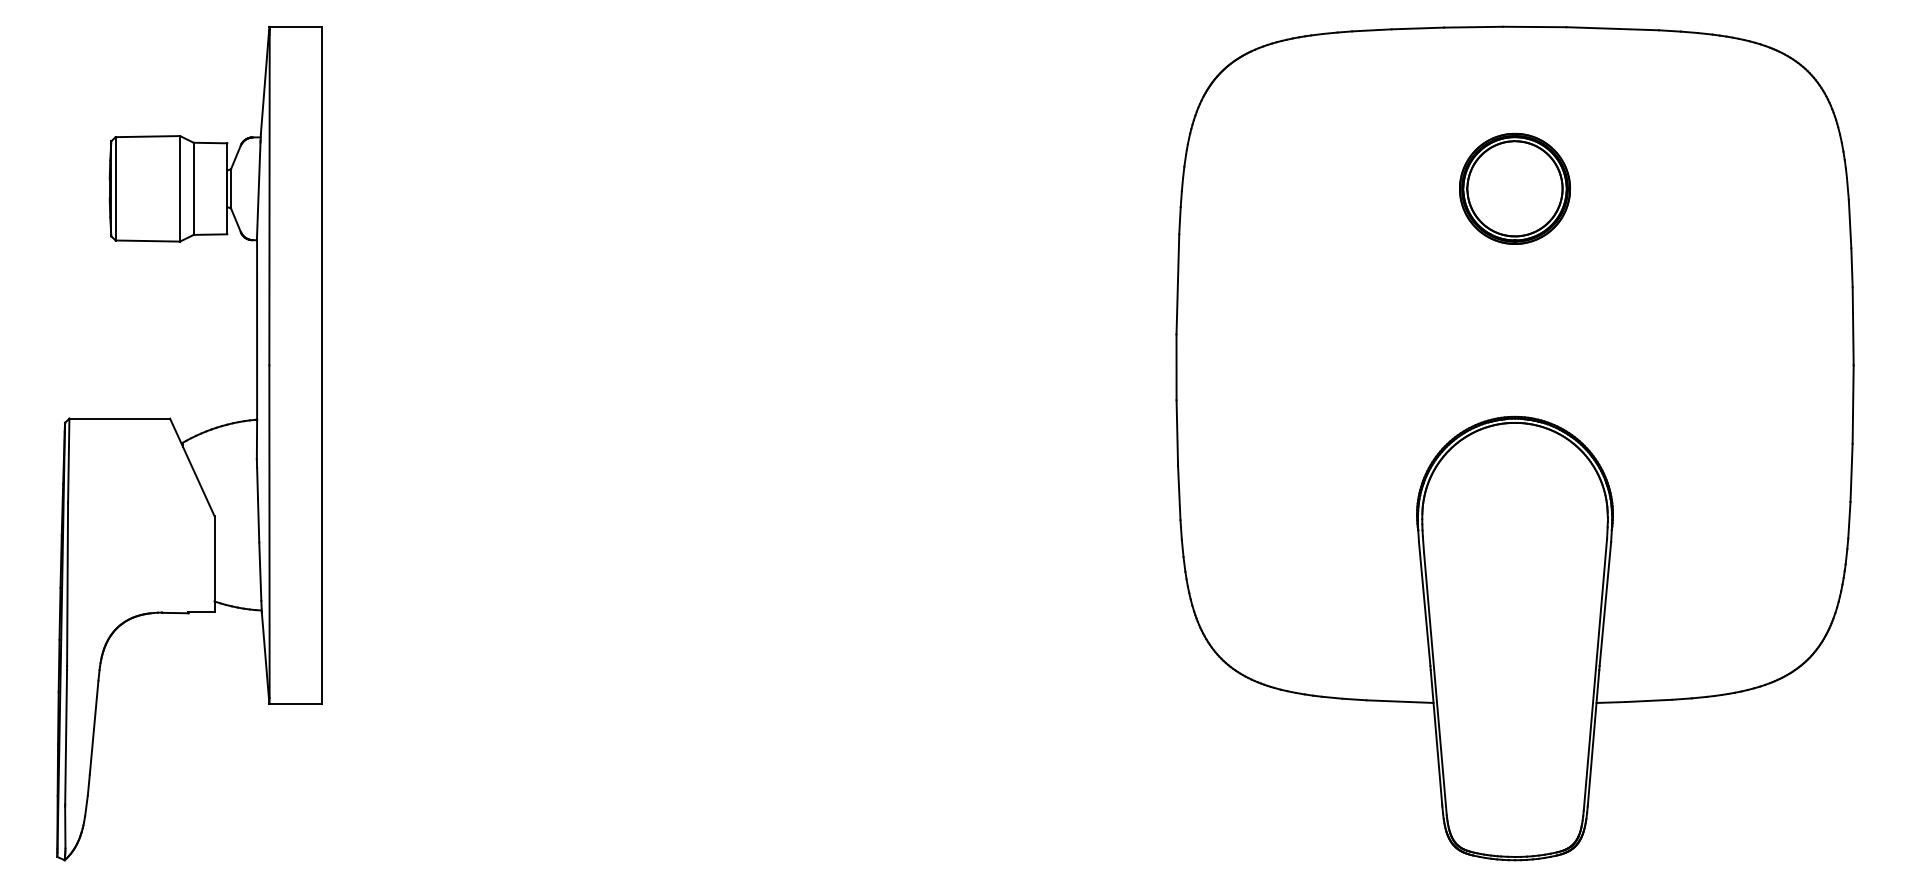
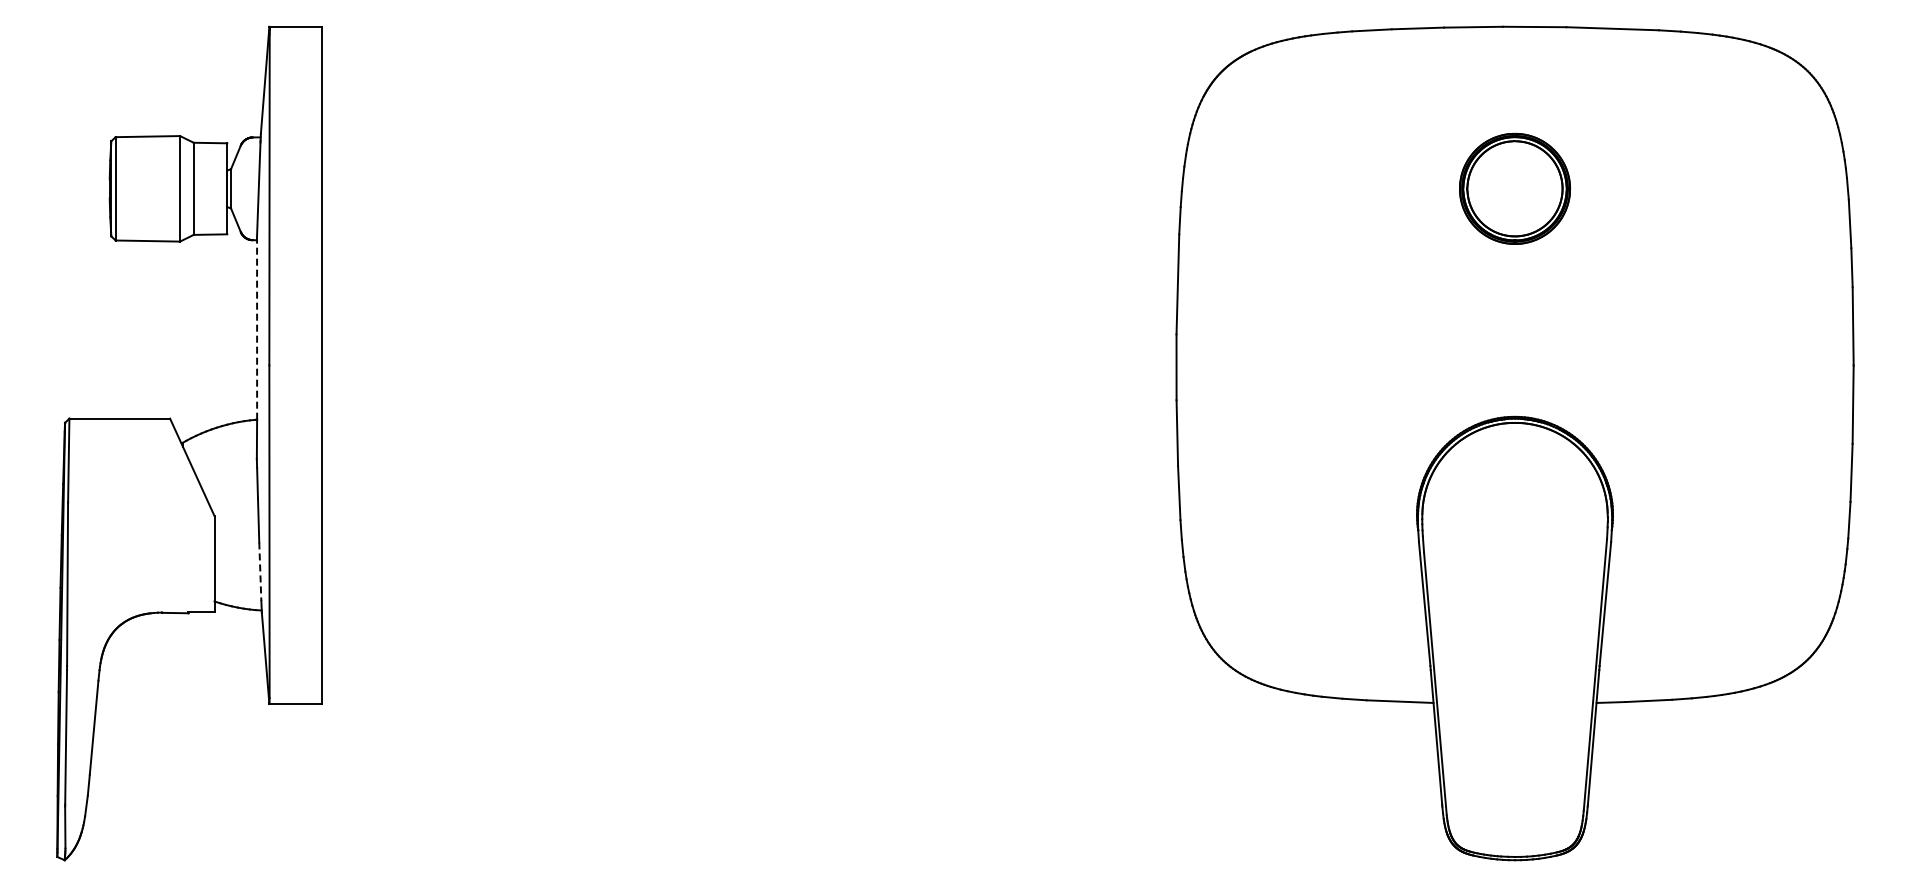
line at (257, 329): solid -> dashed
line at (260, 572): solid -> dashed
